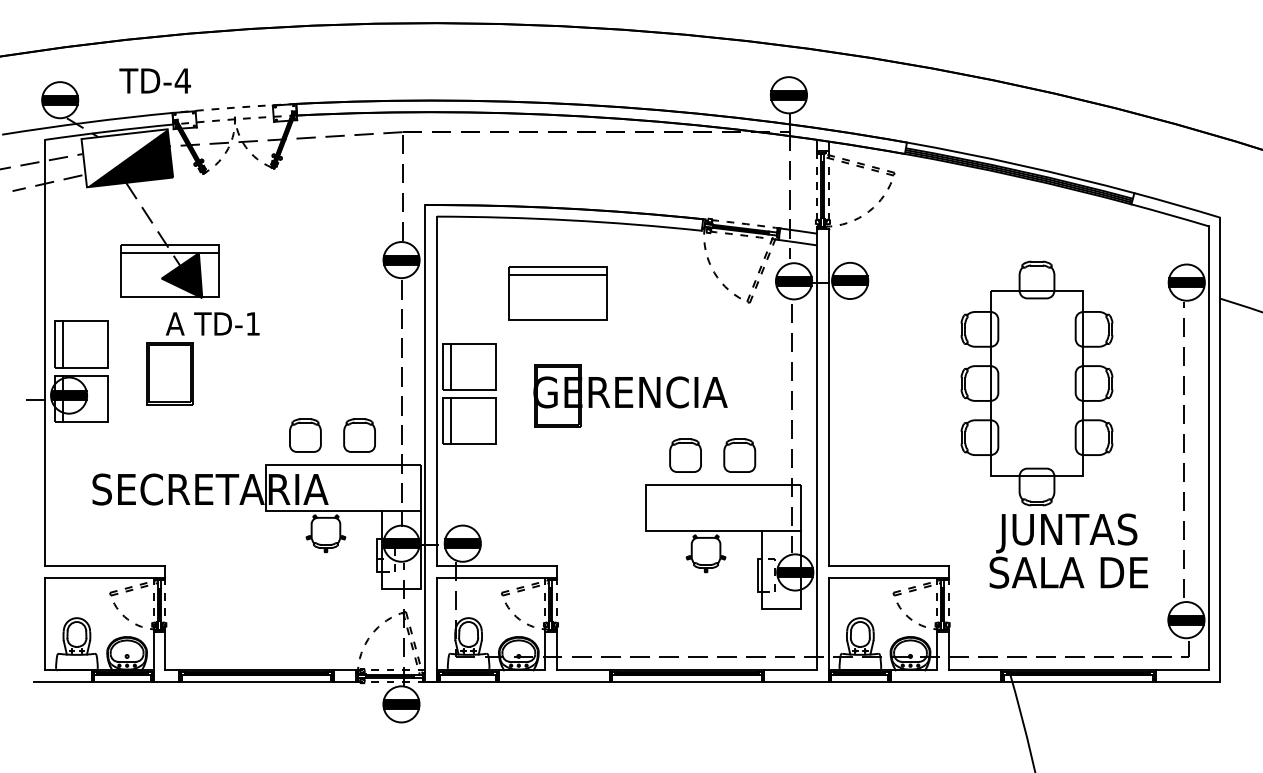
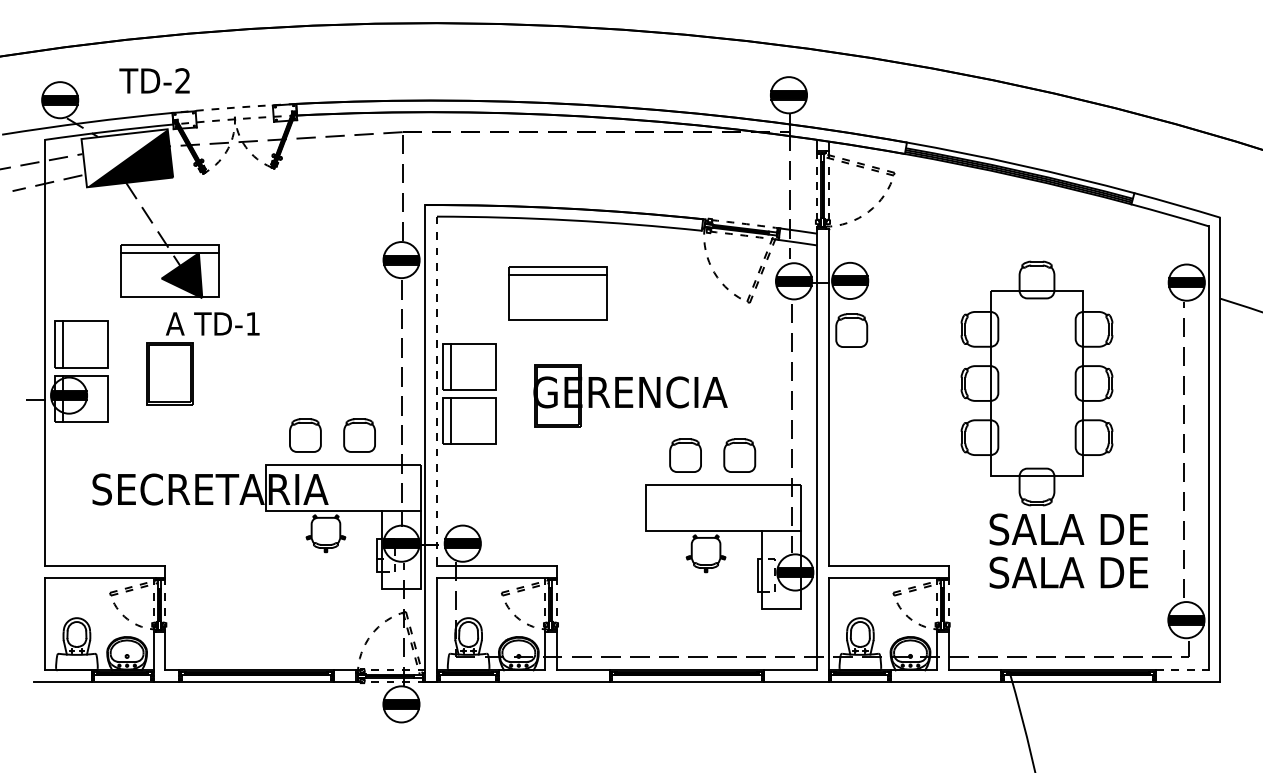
text at (182, 80): TD-4 -> TD-2
part at (851, 330): none -> present
line at (436, 391): solid -> dashed
text at (1068, 533): JUNTAS -> SALA DE
line at (1182, 670): solid -> dashed
